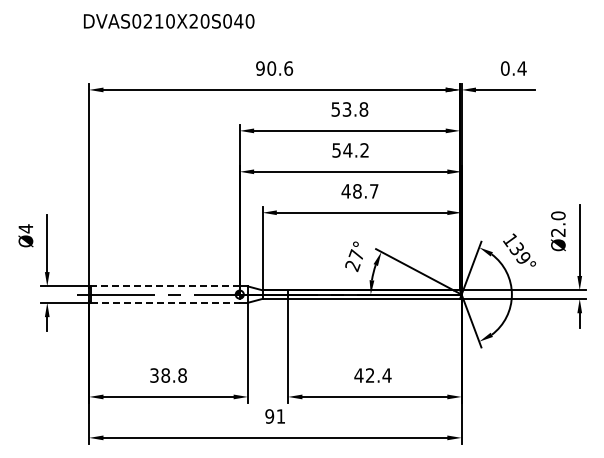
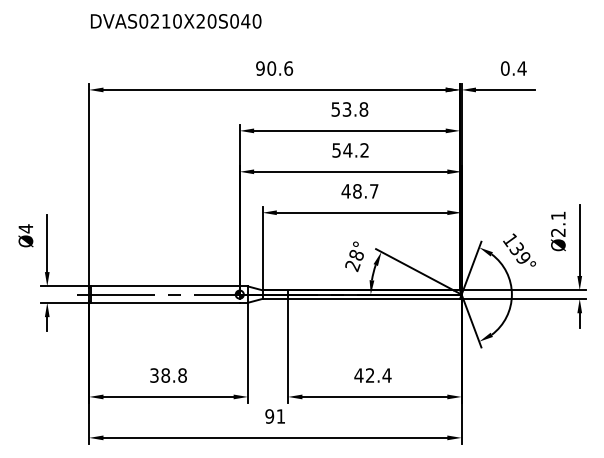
text at (169, 21) position: (169, 21) -> (176, 21)
text at (558, 215): Ø2.0 -> Ø2.1
text at (355, 254): 27° -> 28°
line at (164, 286): dashed -> solid
line at (165, 302): dashed -> solid
